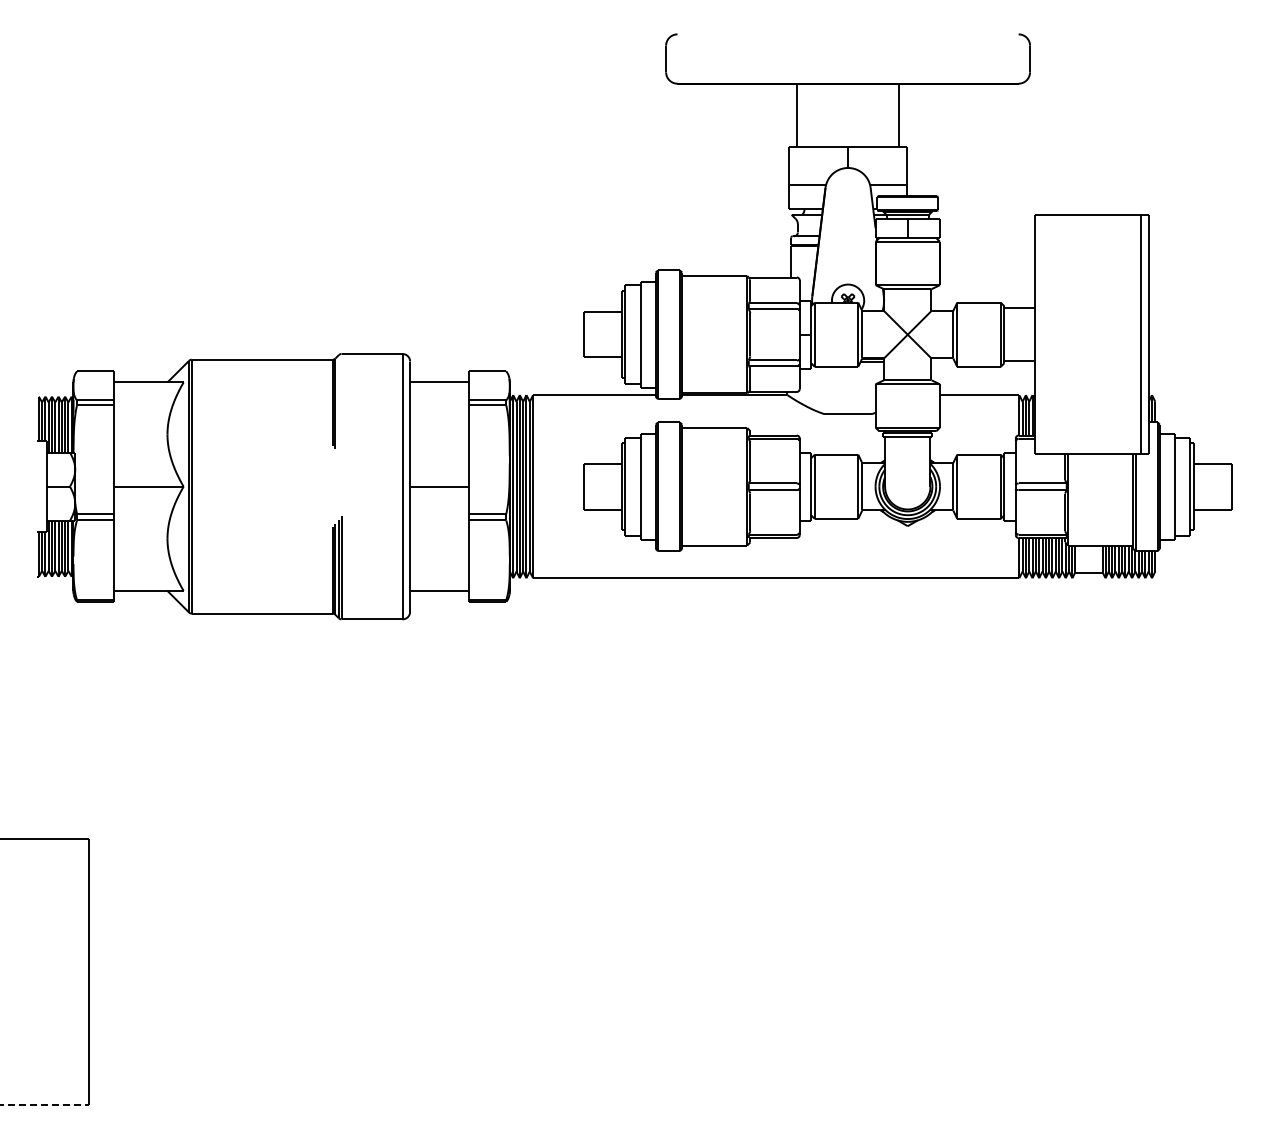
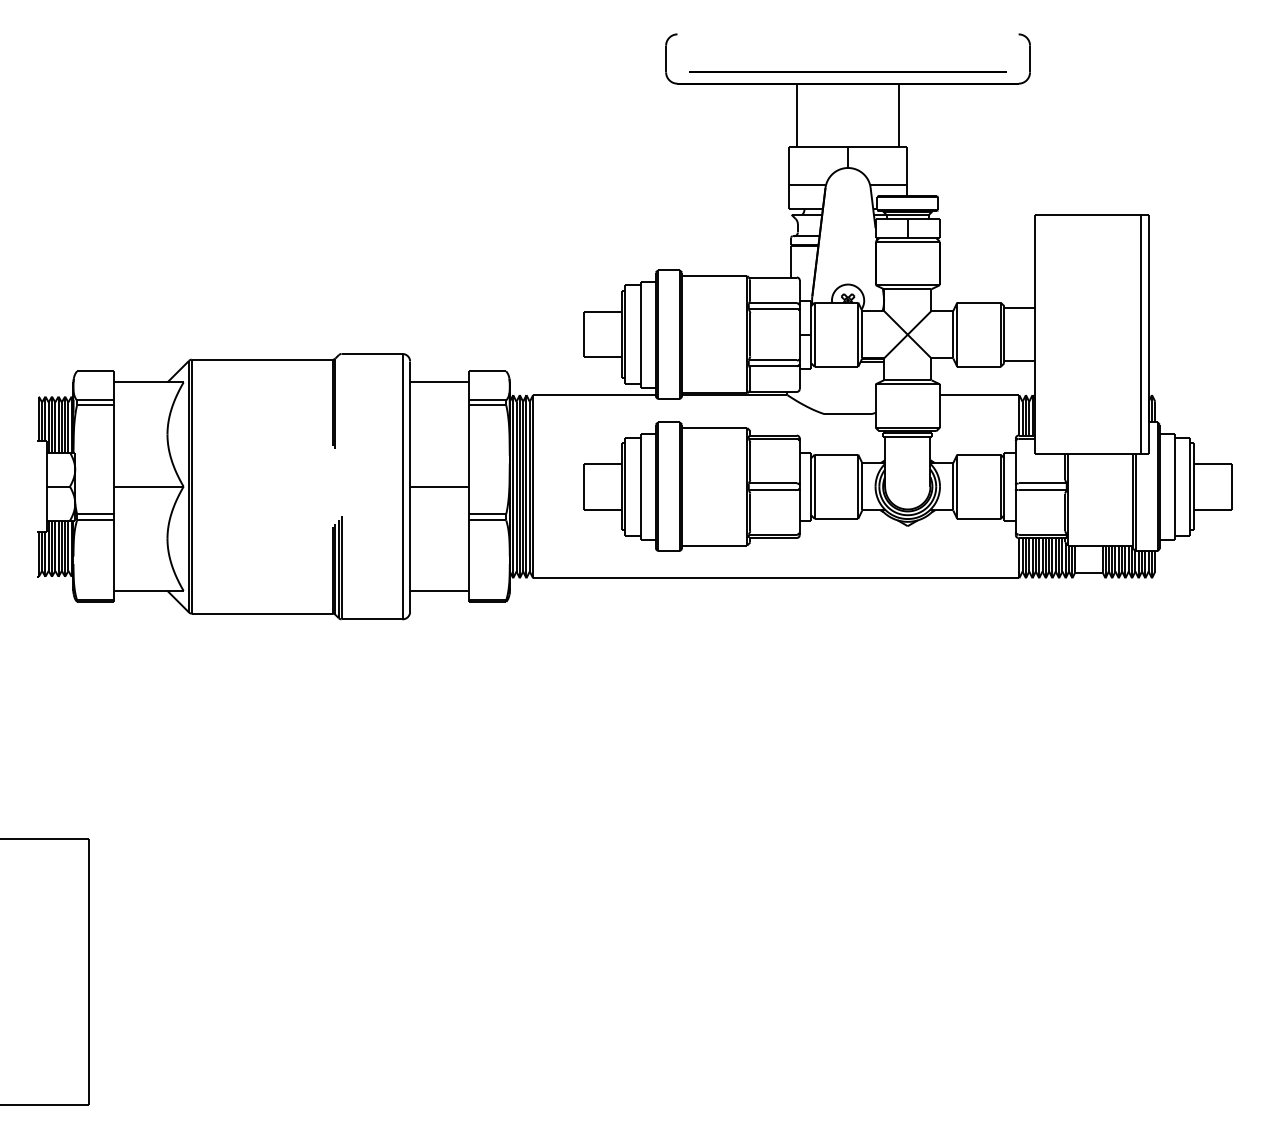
line at (847, 71): none -> present
line at (44, 1104): dashed -> solid
